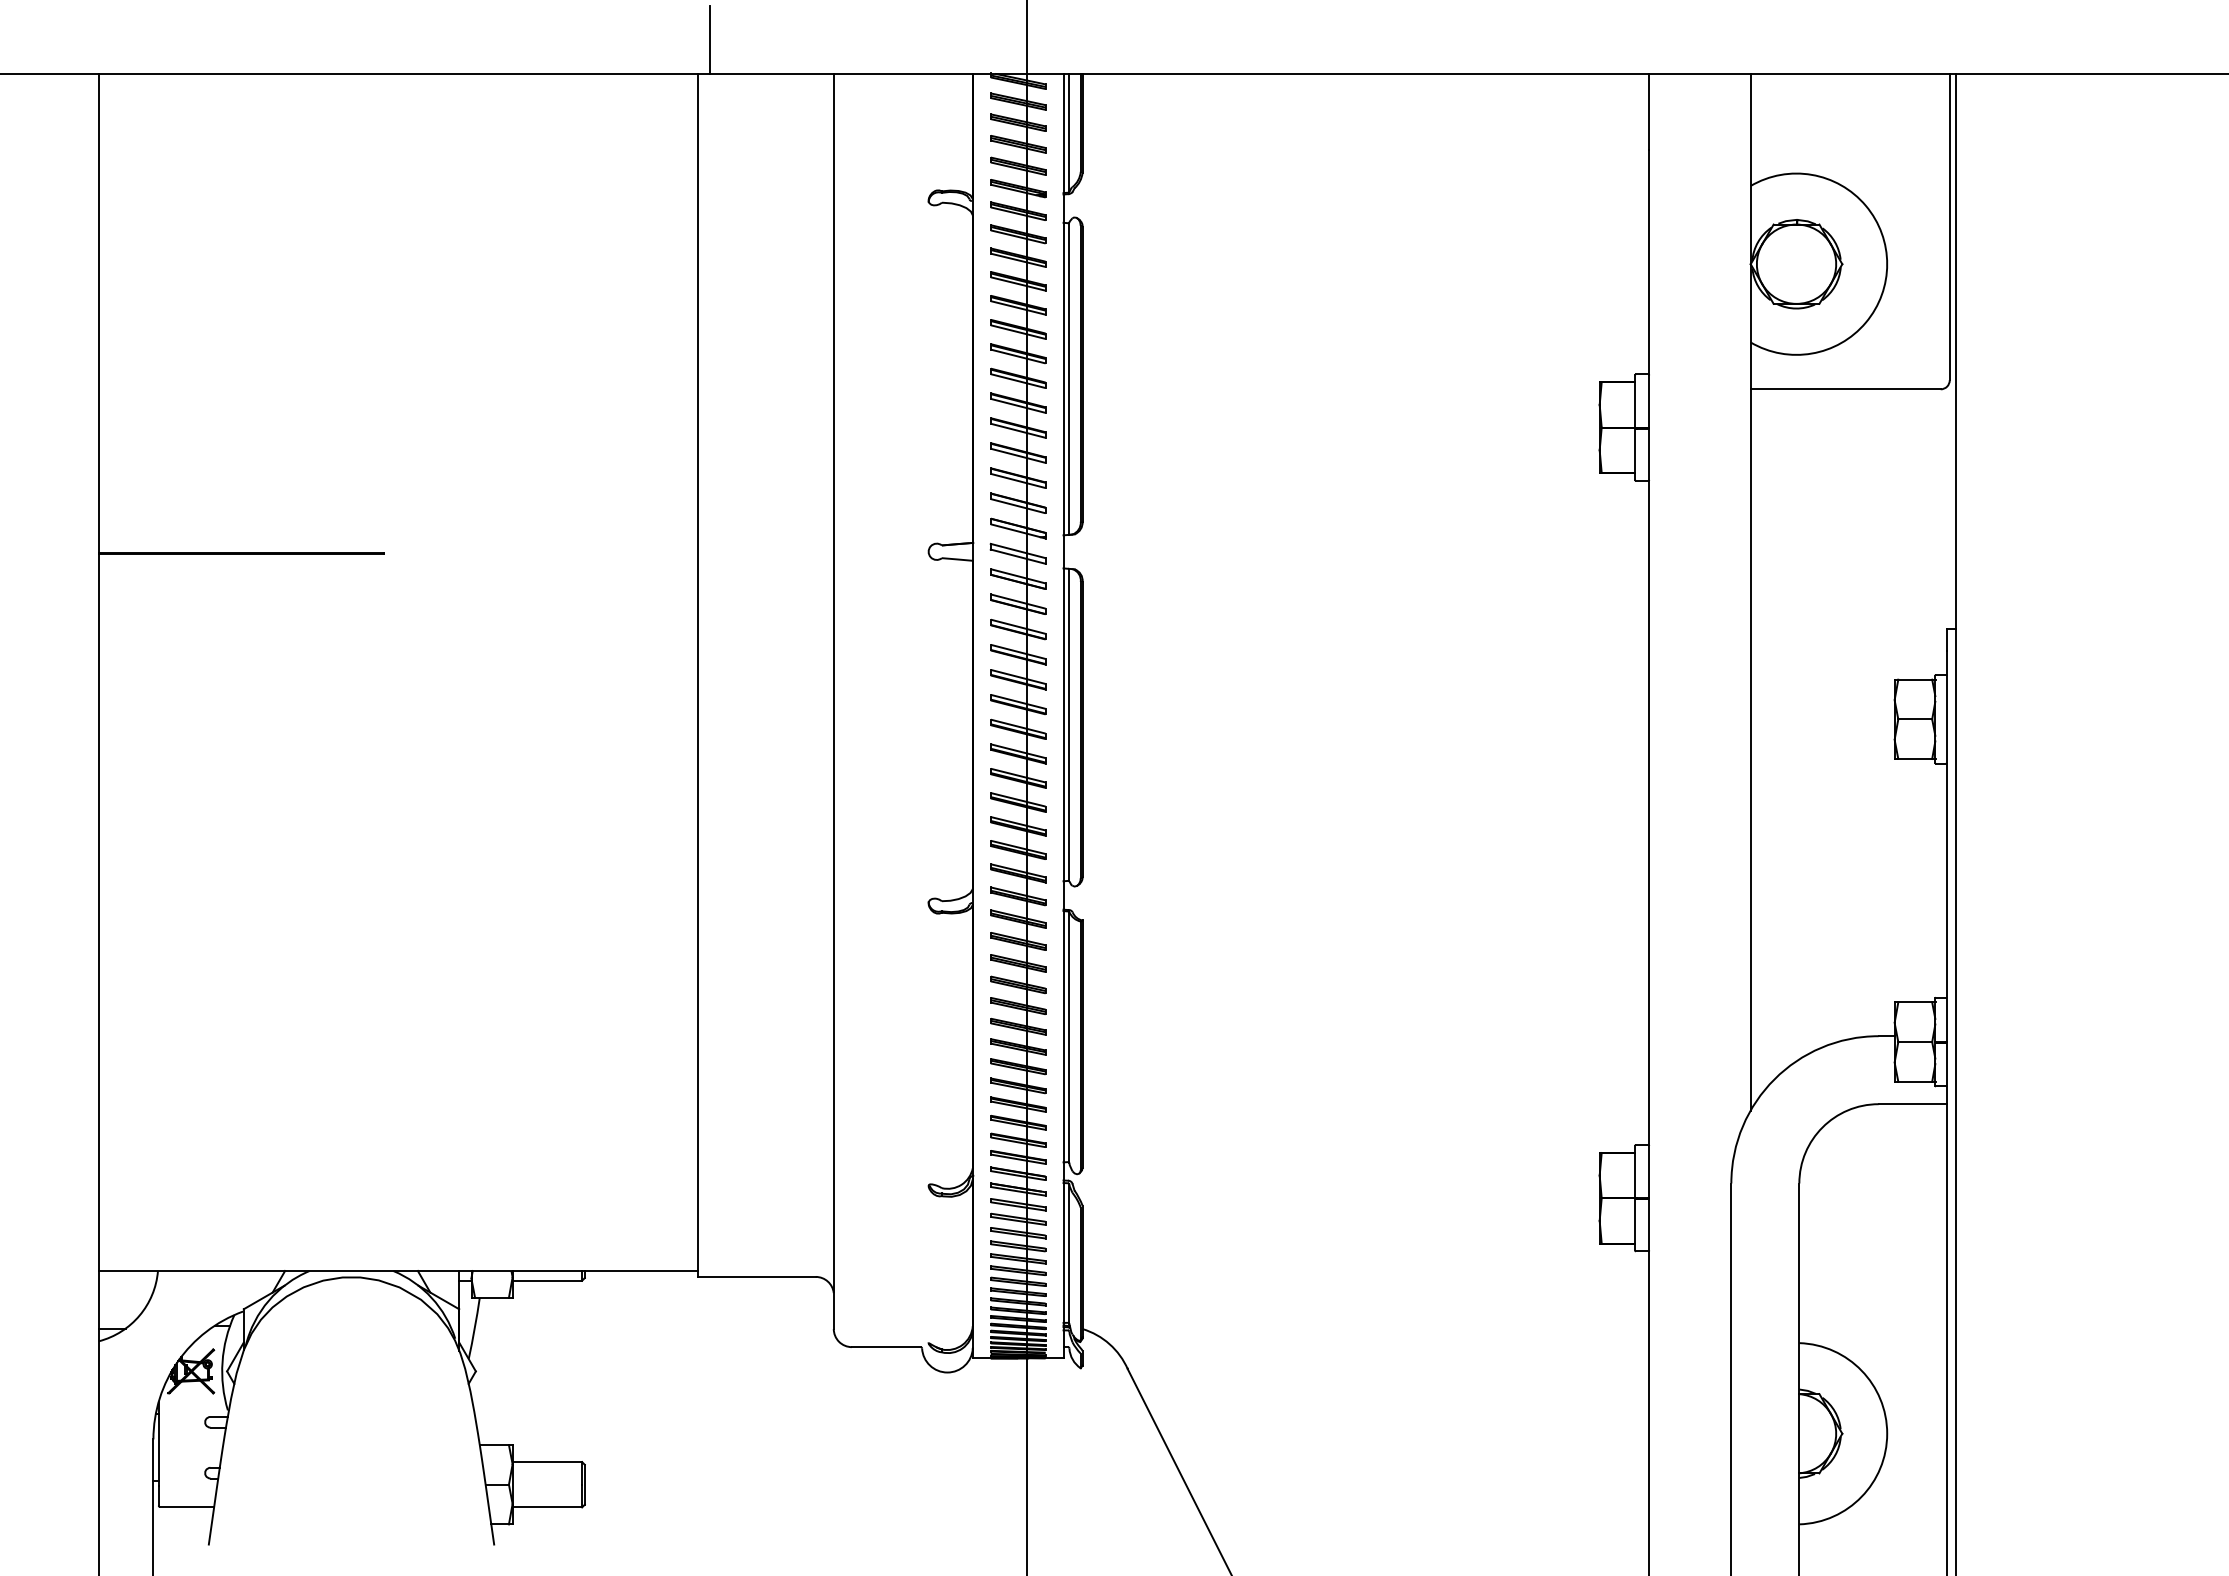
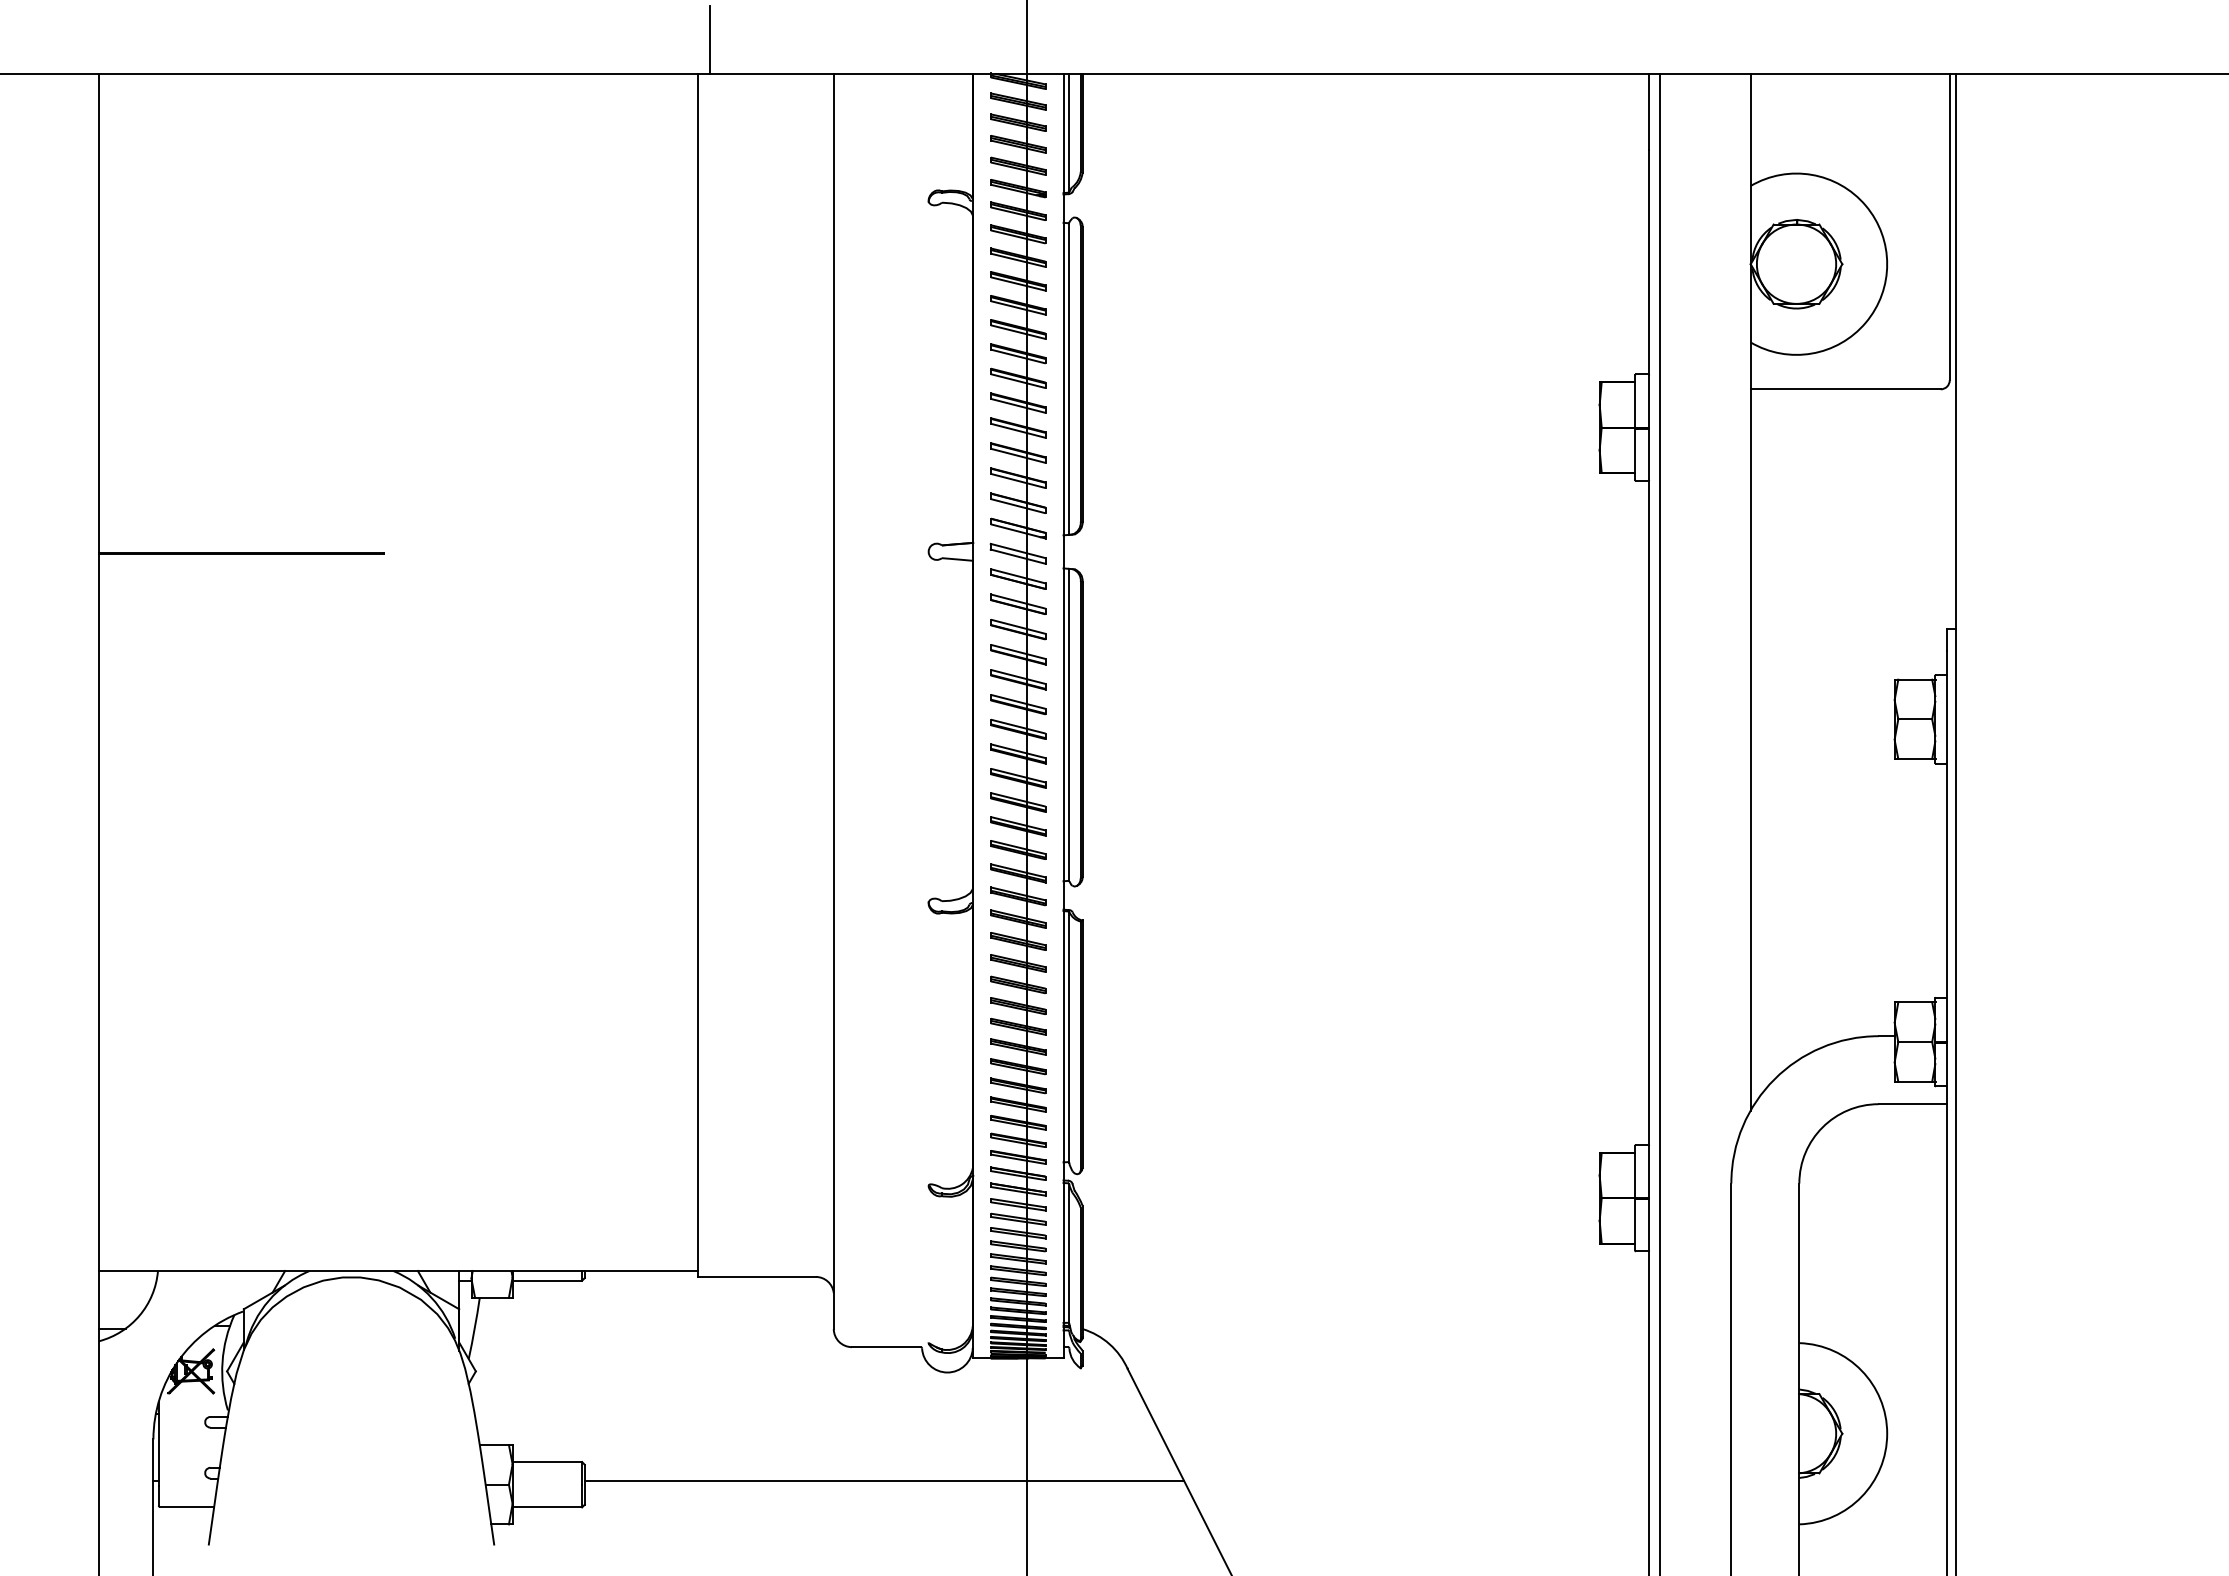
line at (1659, 822): none -> present
line at (884, 1480): none -> present
